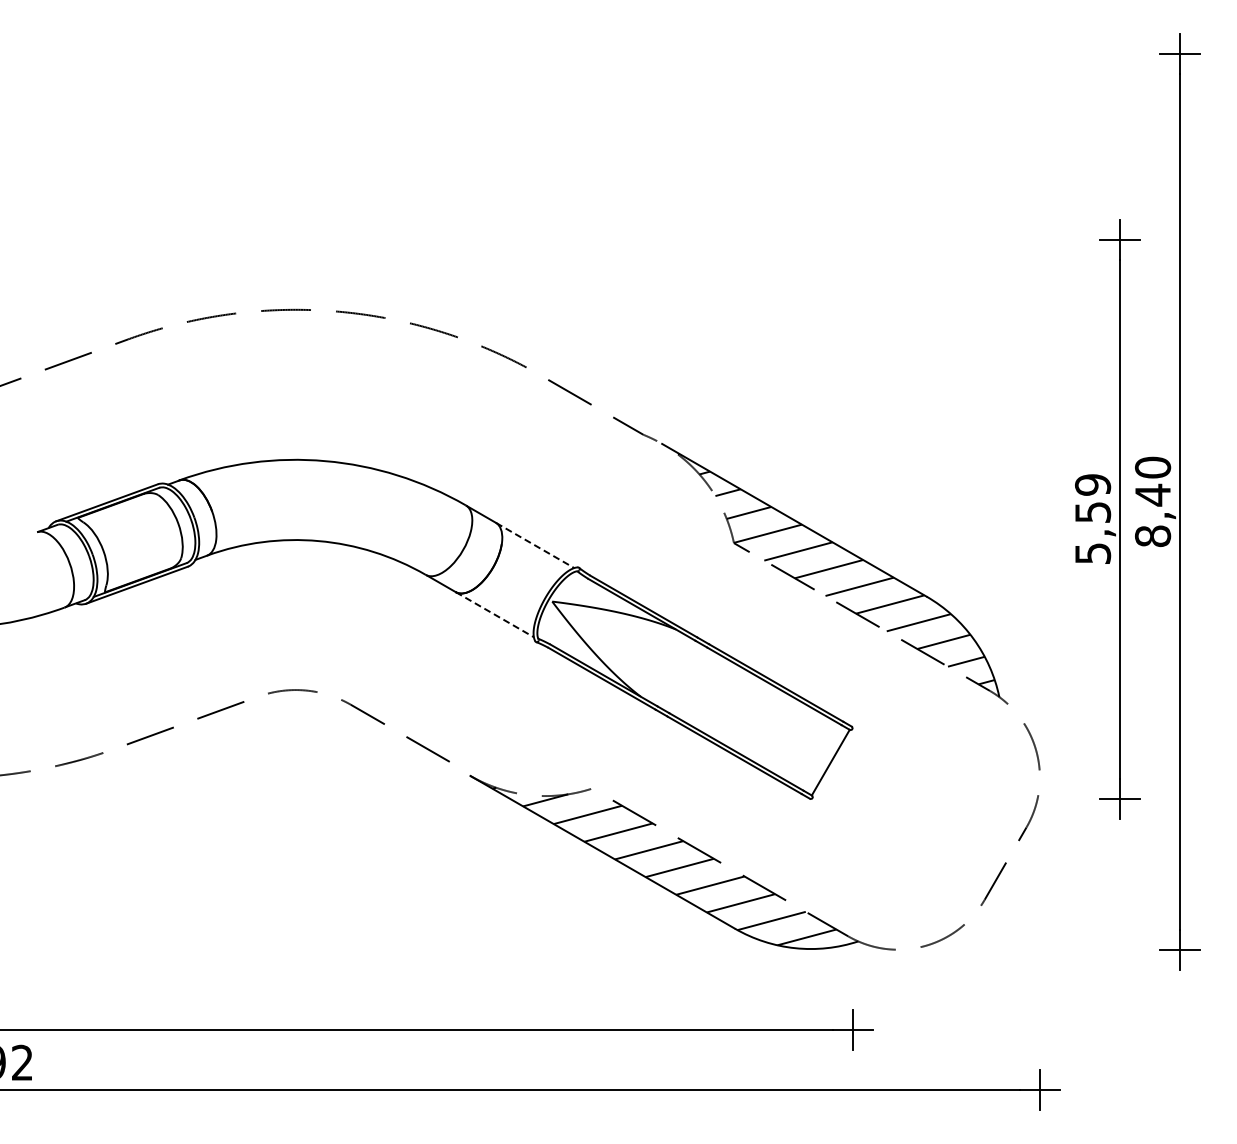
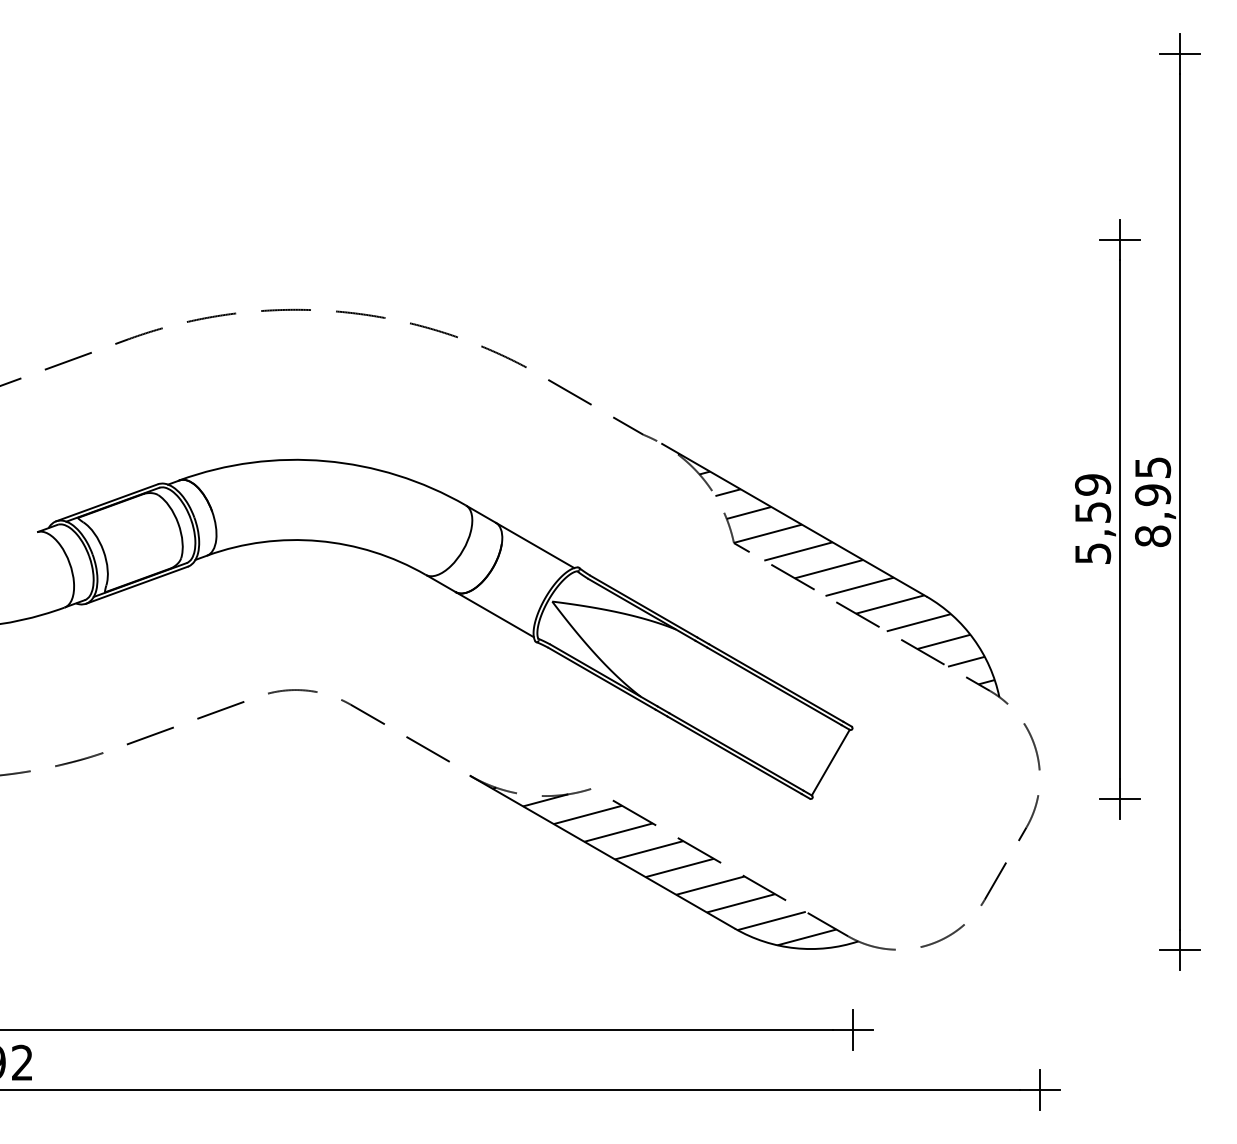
text at (1152, 481): 8,40 -> 8,95
line at (535, 545): dashed -> solid
line at (495, 614): dashed -> solid
